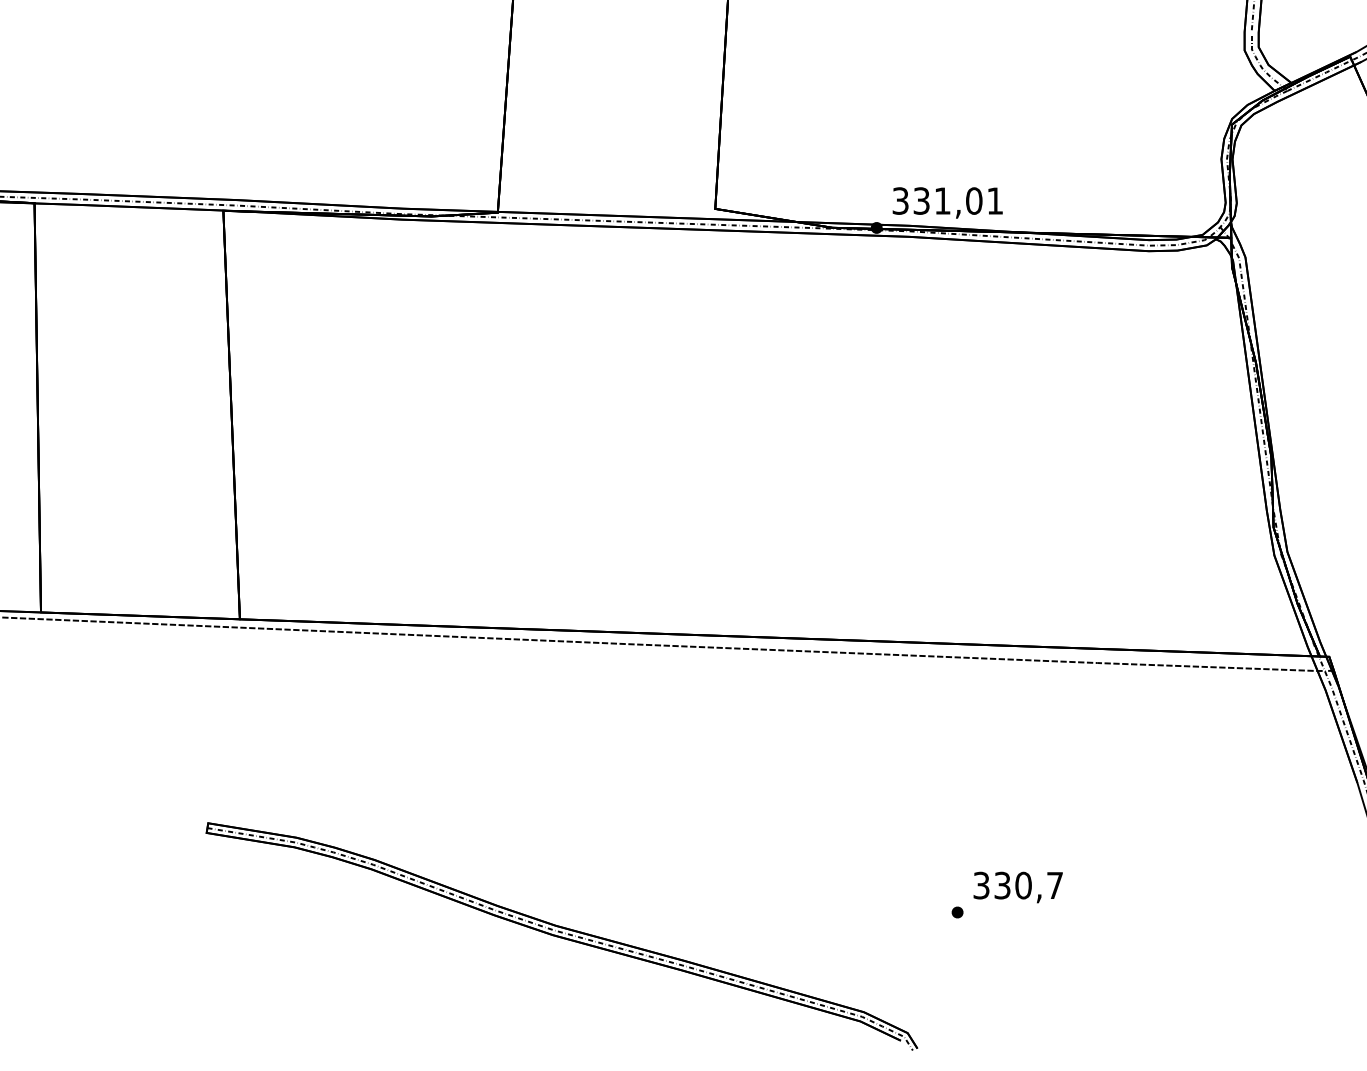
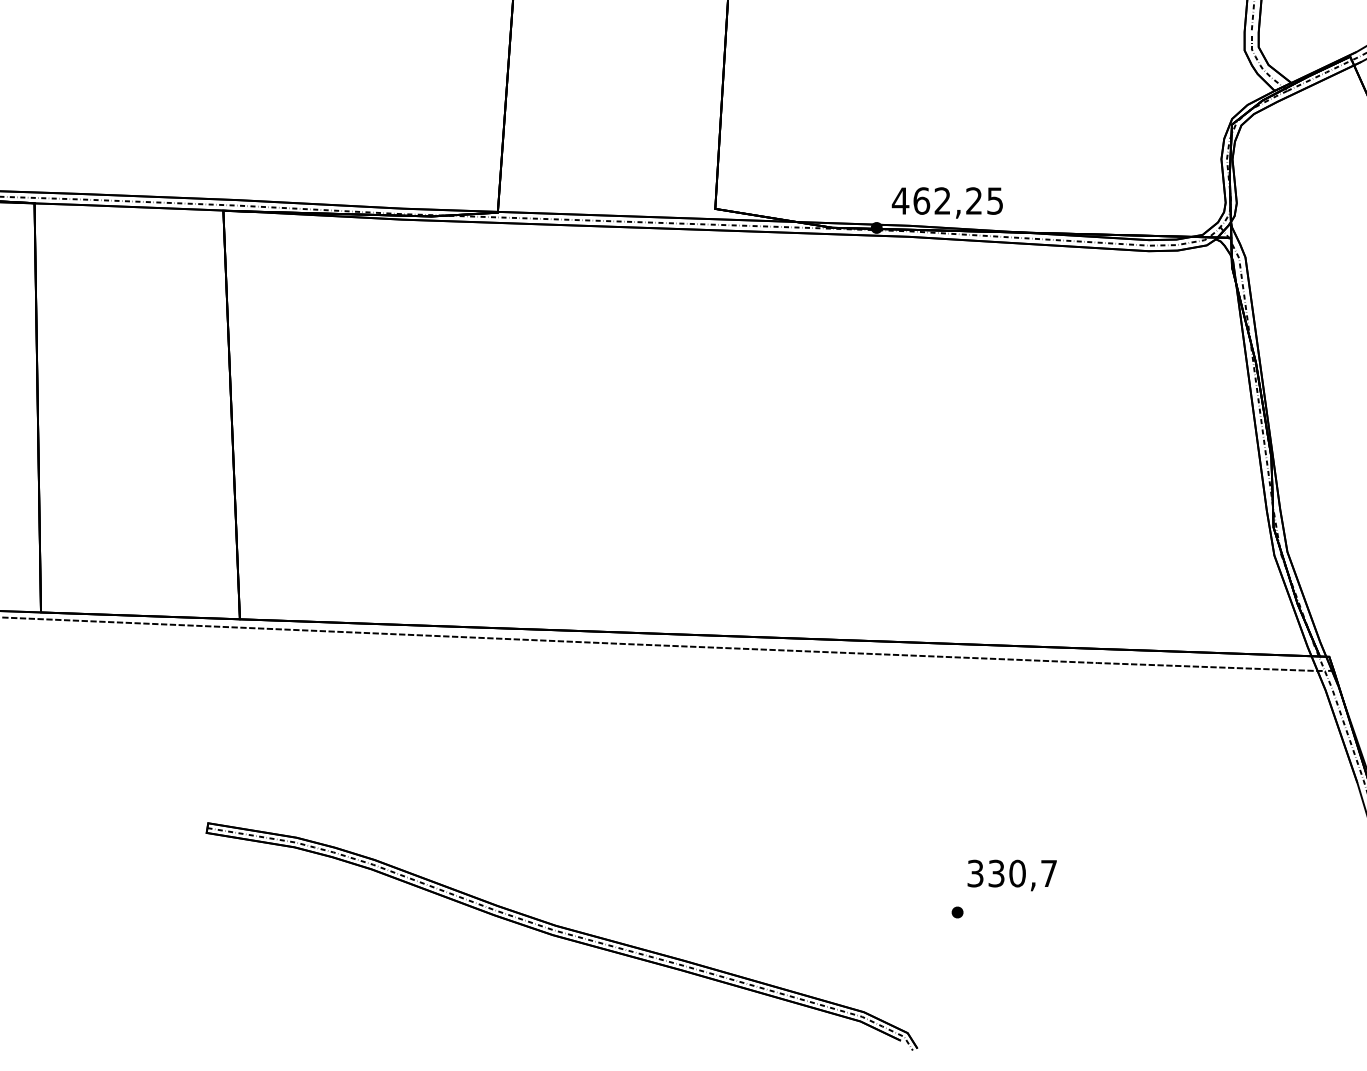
text at (946, 200): 331,01 -> 462,25
text at (1017, 887) position: (1017, 887) -> (1011, 875)
